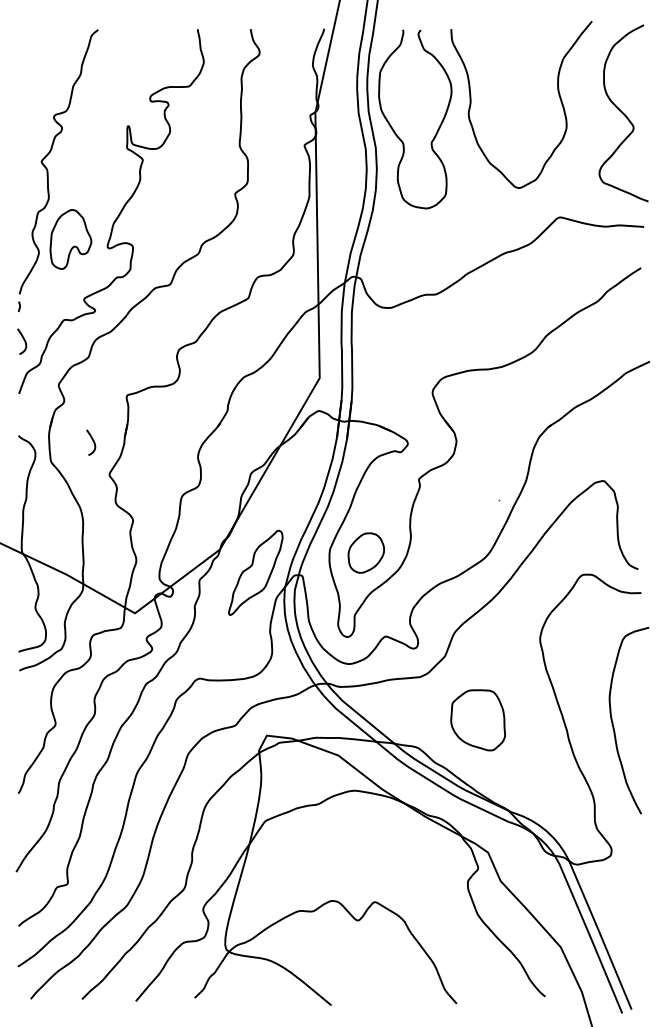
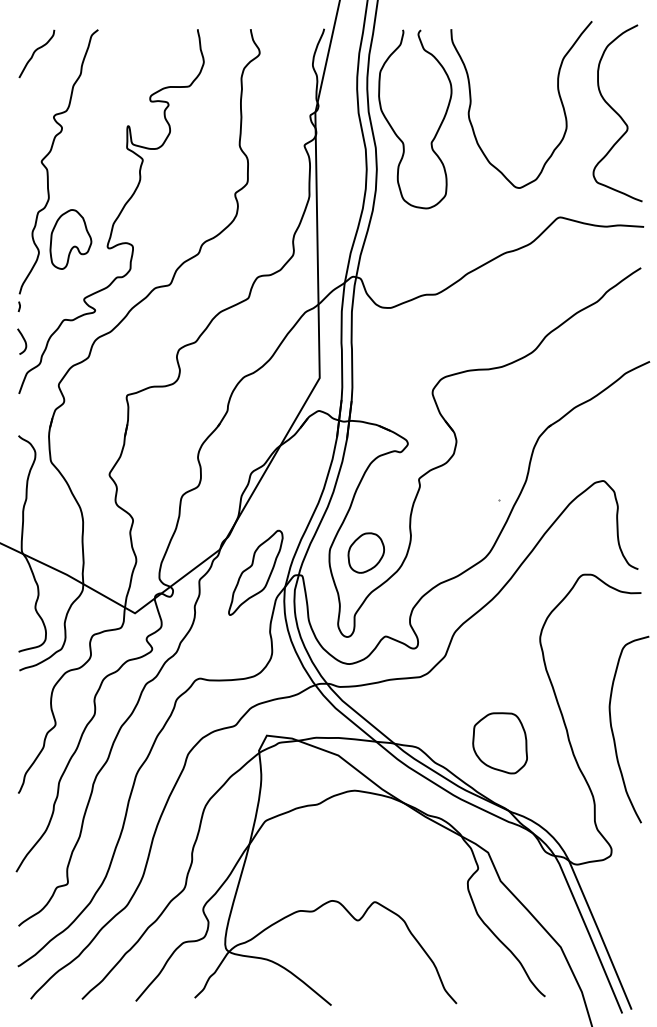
curve at (35, 52): none -> present
curve at (623, 113) position: (623, 113) -> (617, 113)
curve at (92, 441): present -> none
part at (477, 720) position: (477, 720) -> (499, 743)
curve at (613, 722) position: (613, 722) -> (613, 731)
